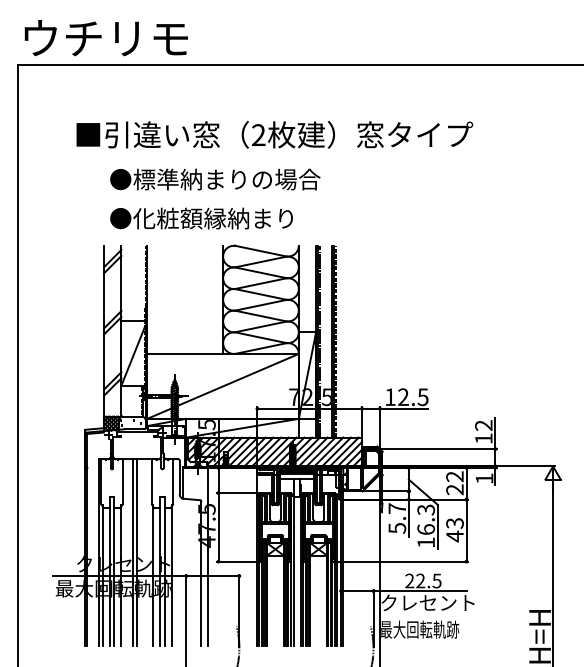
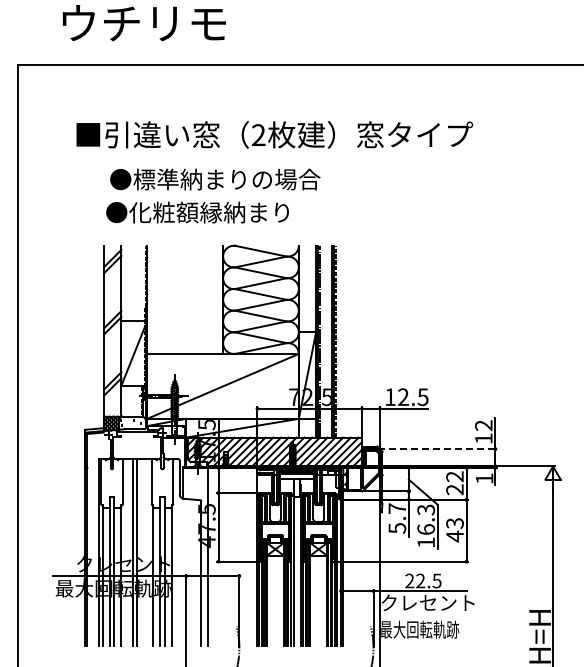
text at (105, 38) position: (105, 38) -> (143, 23)
text at (201, 218) position: (201, 218) -> (197, 212)
line at (437, 449): solid -> dashed
